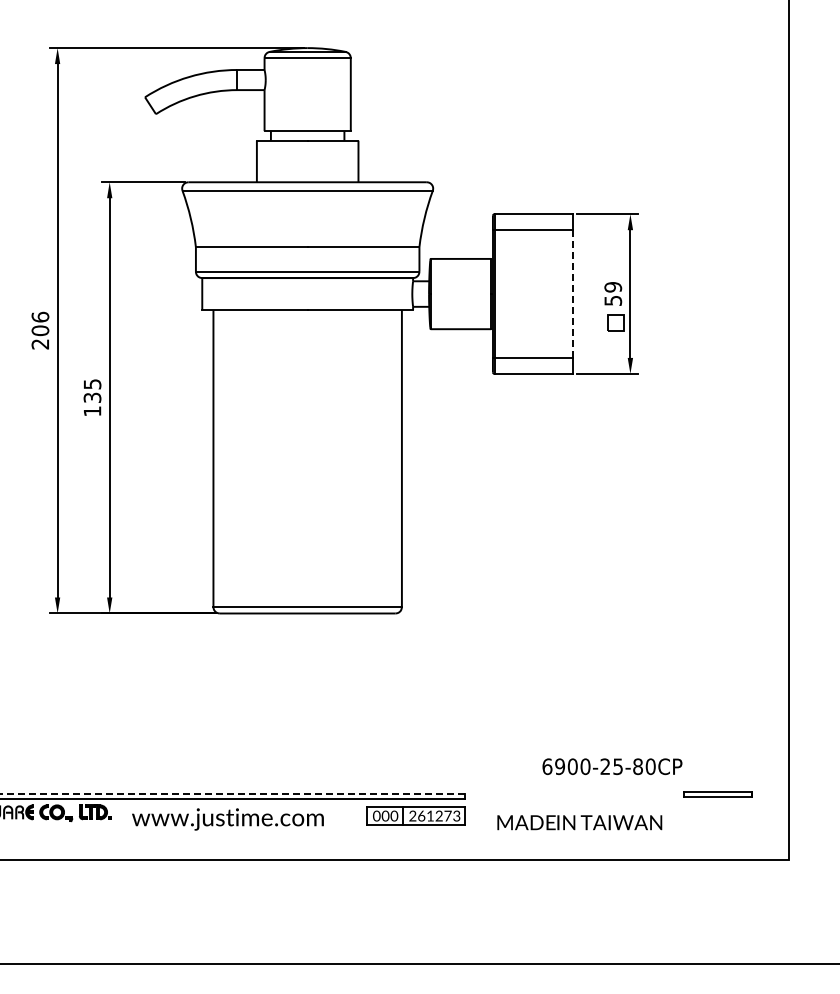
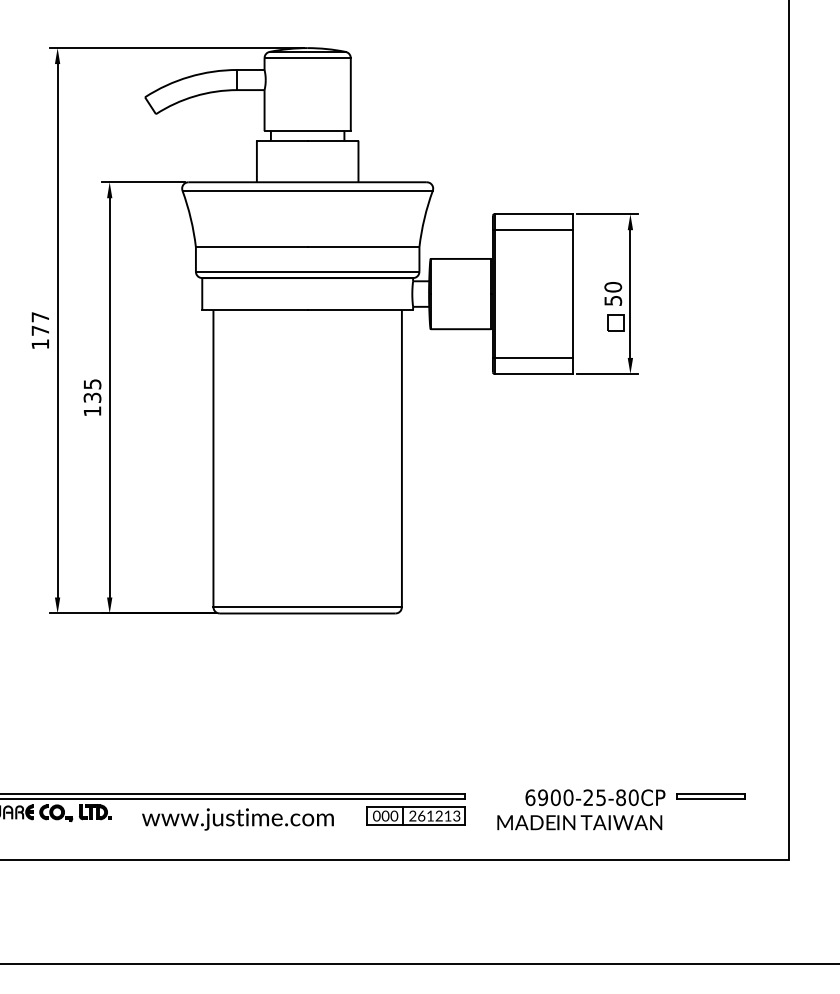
text at (613, 287): 59 -> 50
line at (572, 294): dashed -> solid
text at (40, 330): 206 -> 177
text at (612, 766) position: (612, 766) -> (595, 797)
line at (232, 794): dashed -> solid
part at (717, 794) position: (717, 794) -> (710, 796)
text at (447, 815): 261273 -> 261213
text at (227, 819) position: (227, 819) -> (237, 819)
